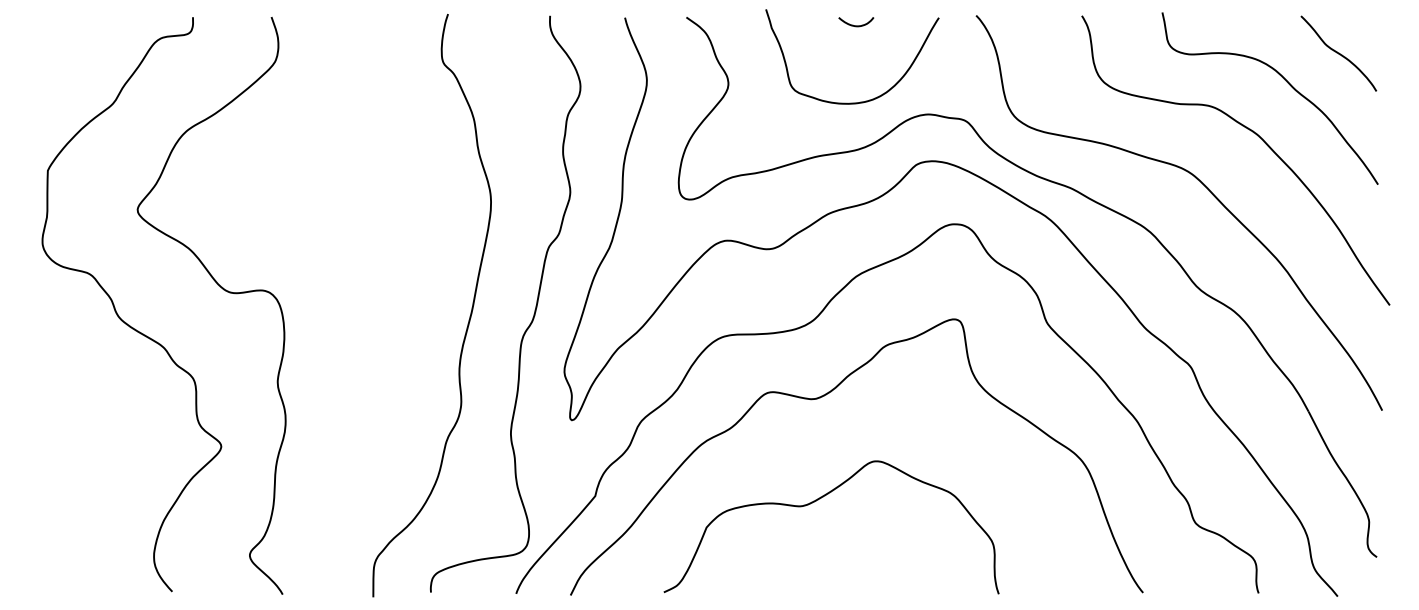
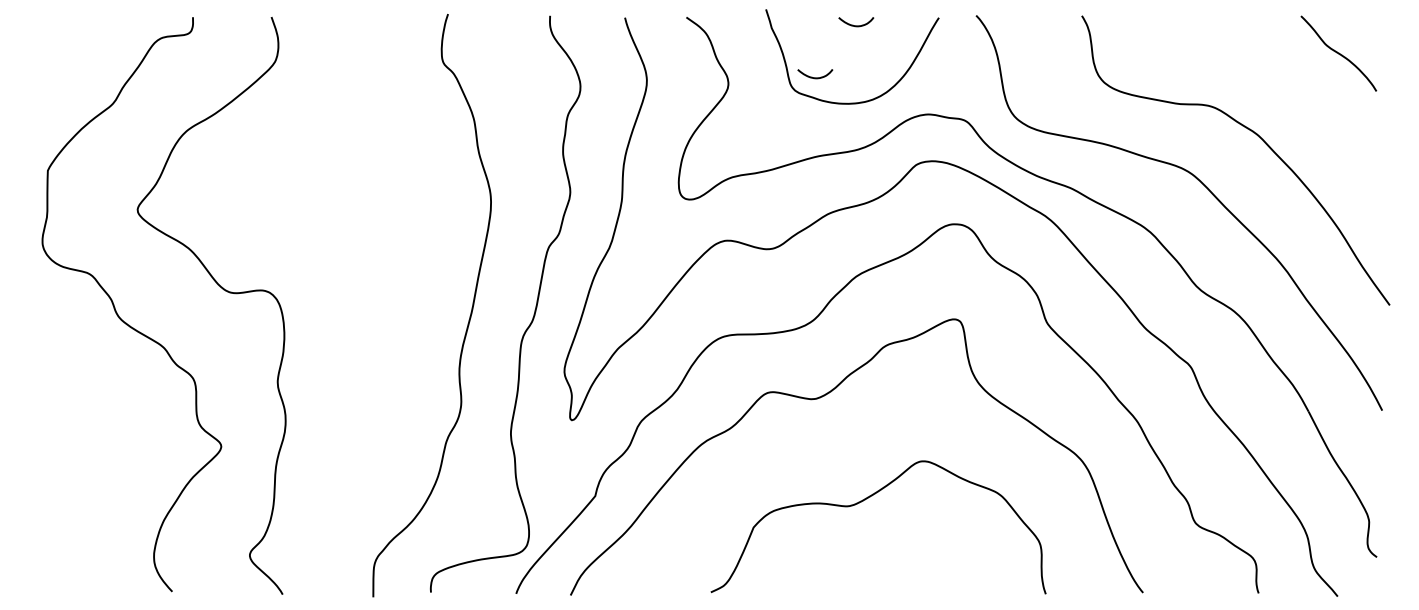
curve at (815, 77): none -> present
curve at (1285, 81): present -> none
curve at (818, 500) position: (818, 500) -> (865, 500)
